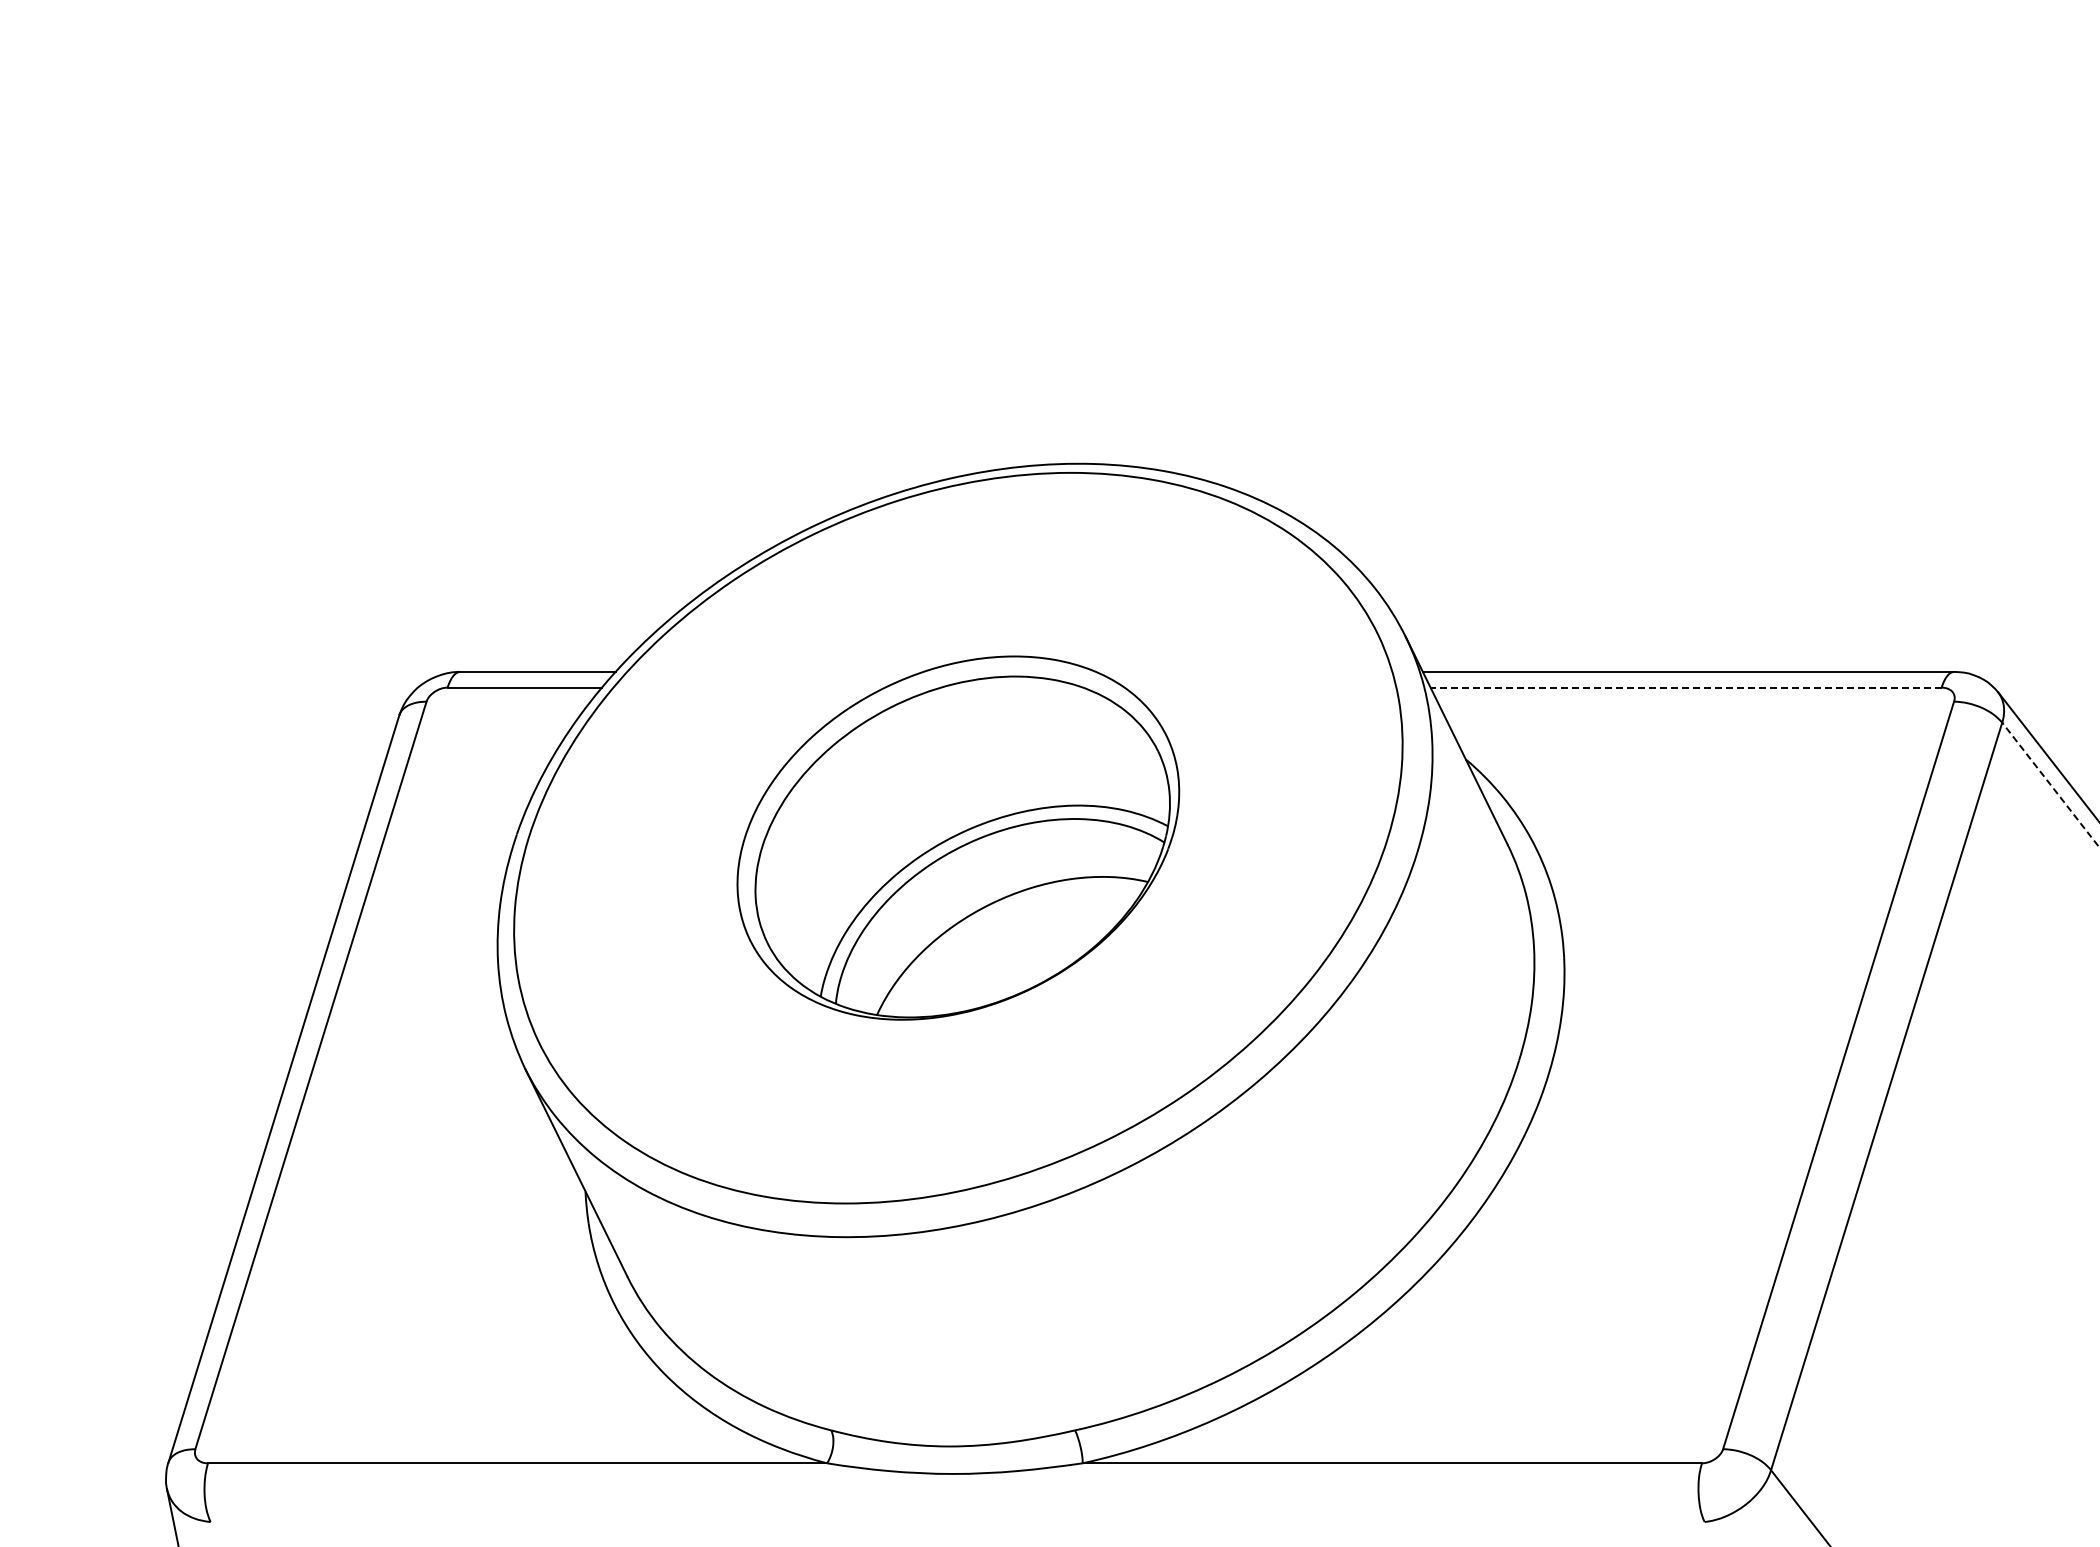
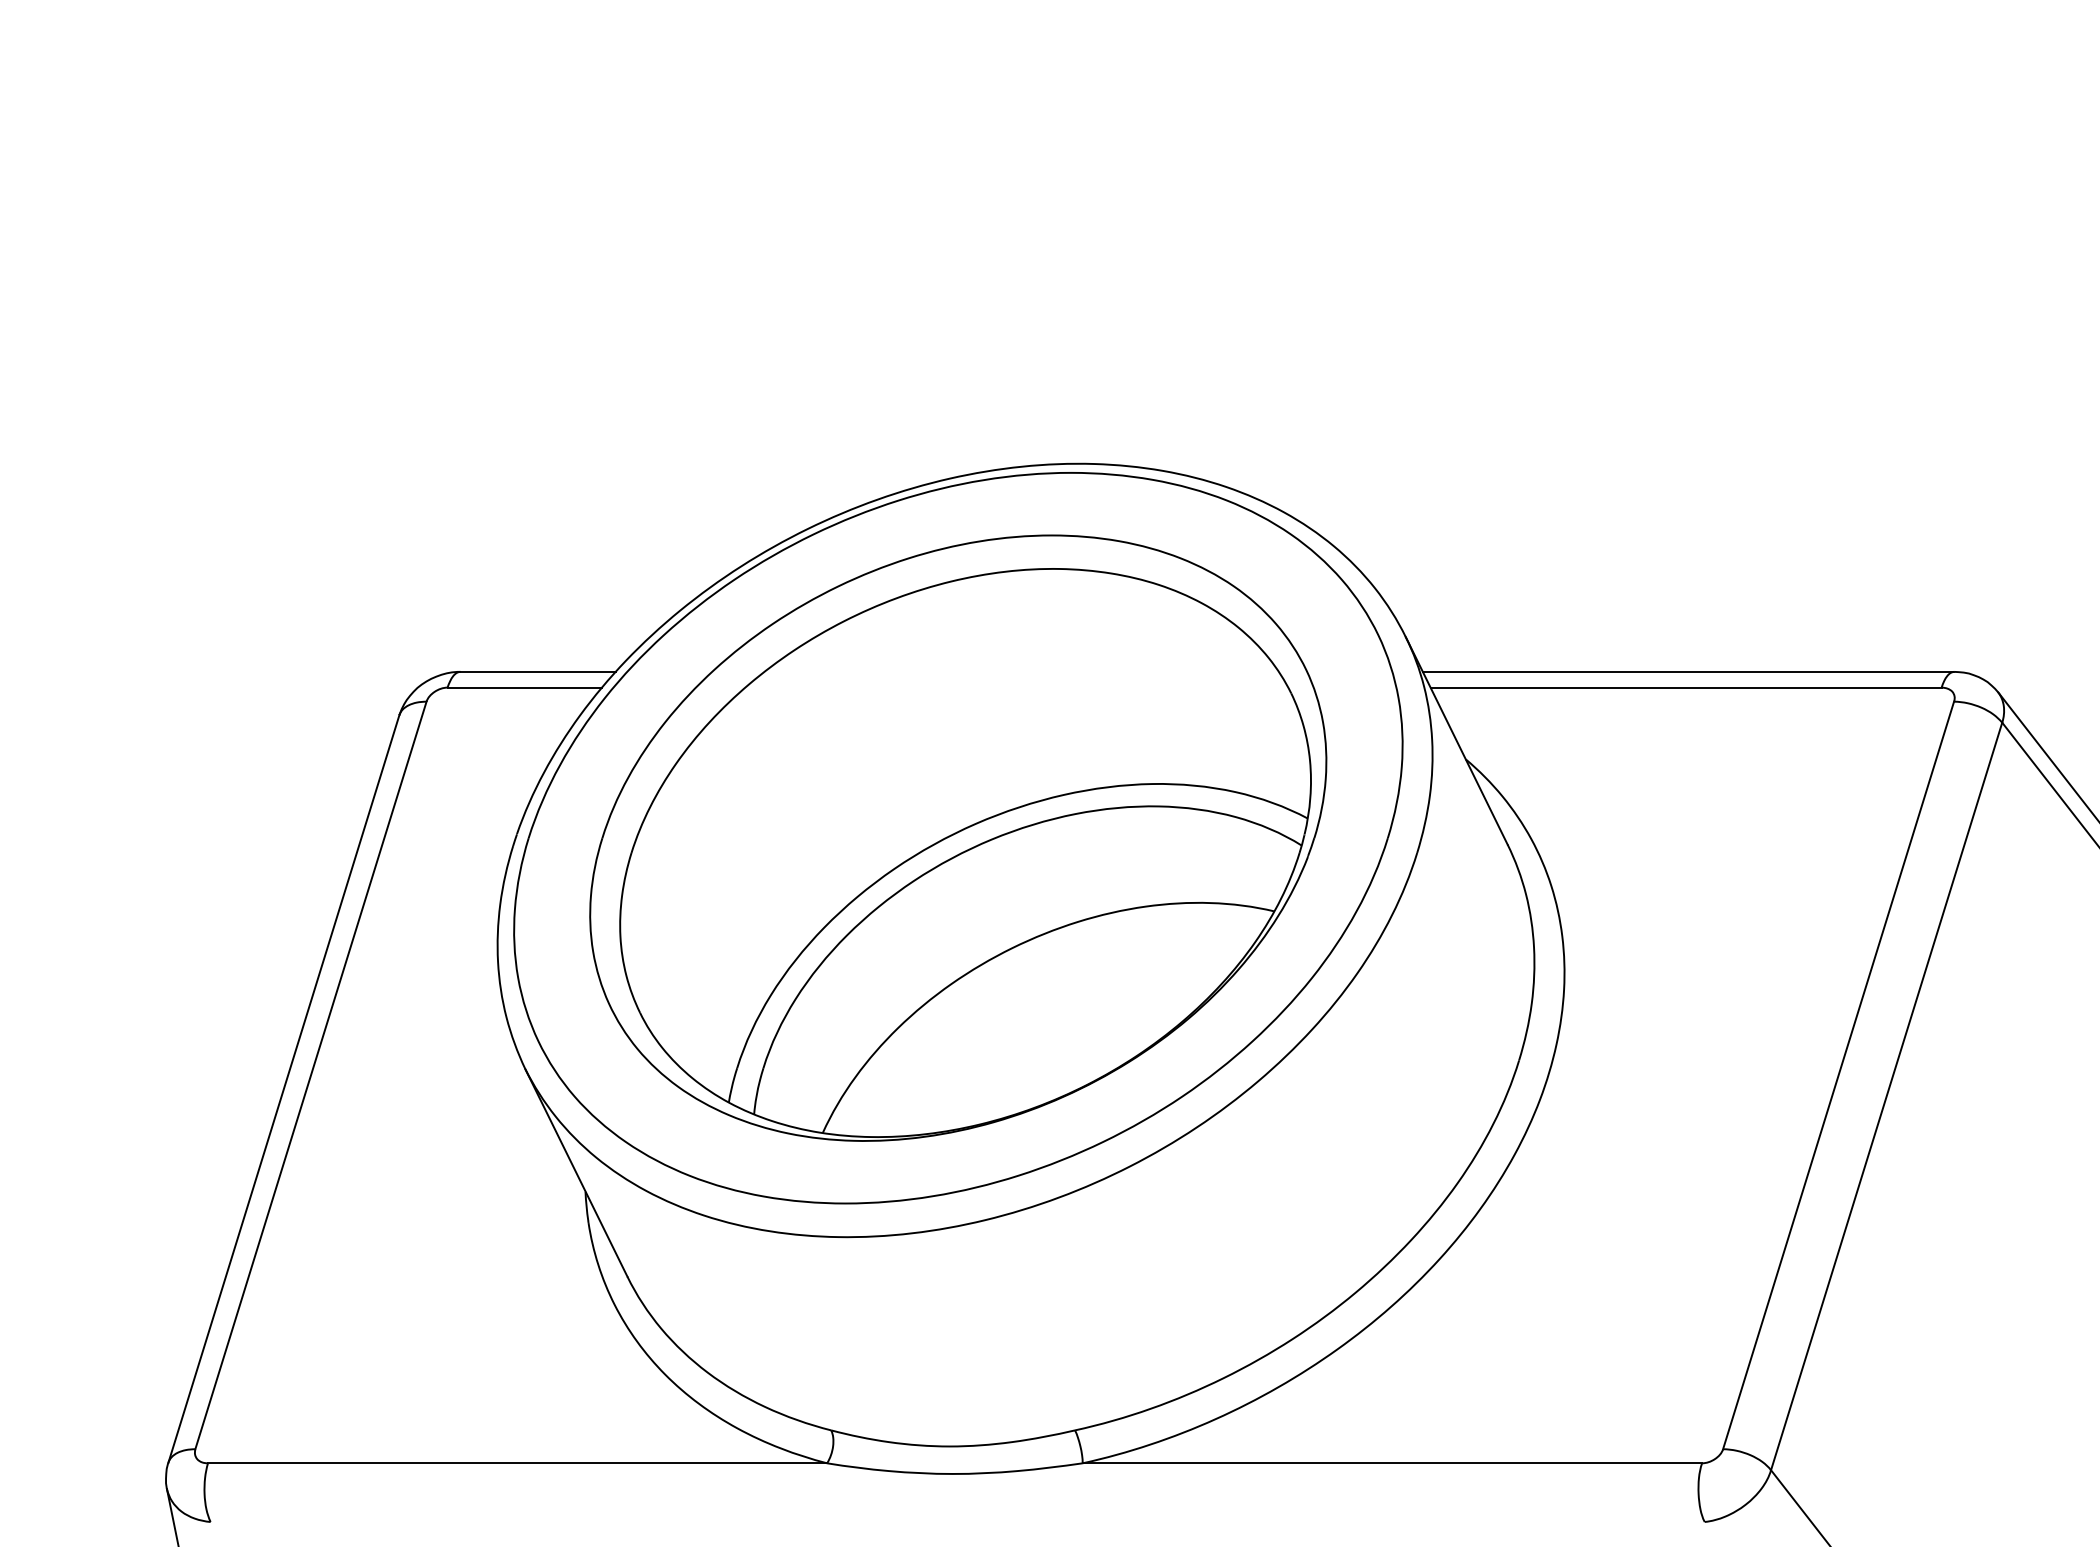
line at (1686, 687): dashed -> solid
line at (2050, 784): dashed -> solid
part at (958, 837) size: 445x366 px -> 739x608 px
